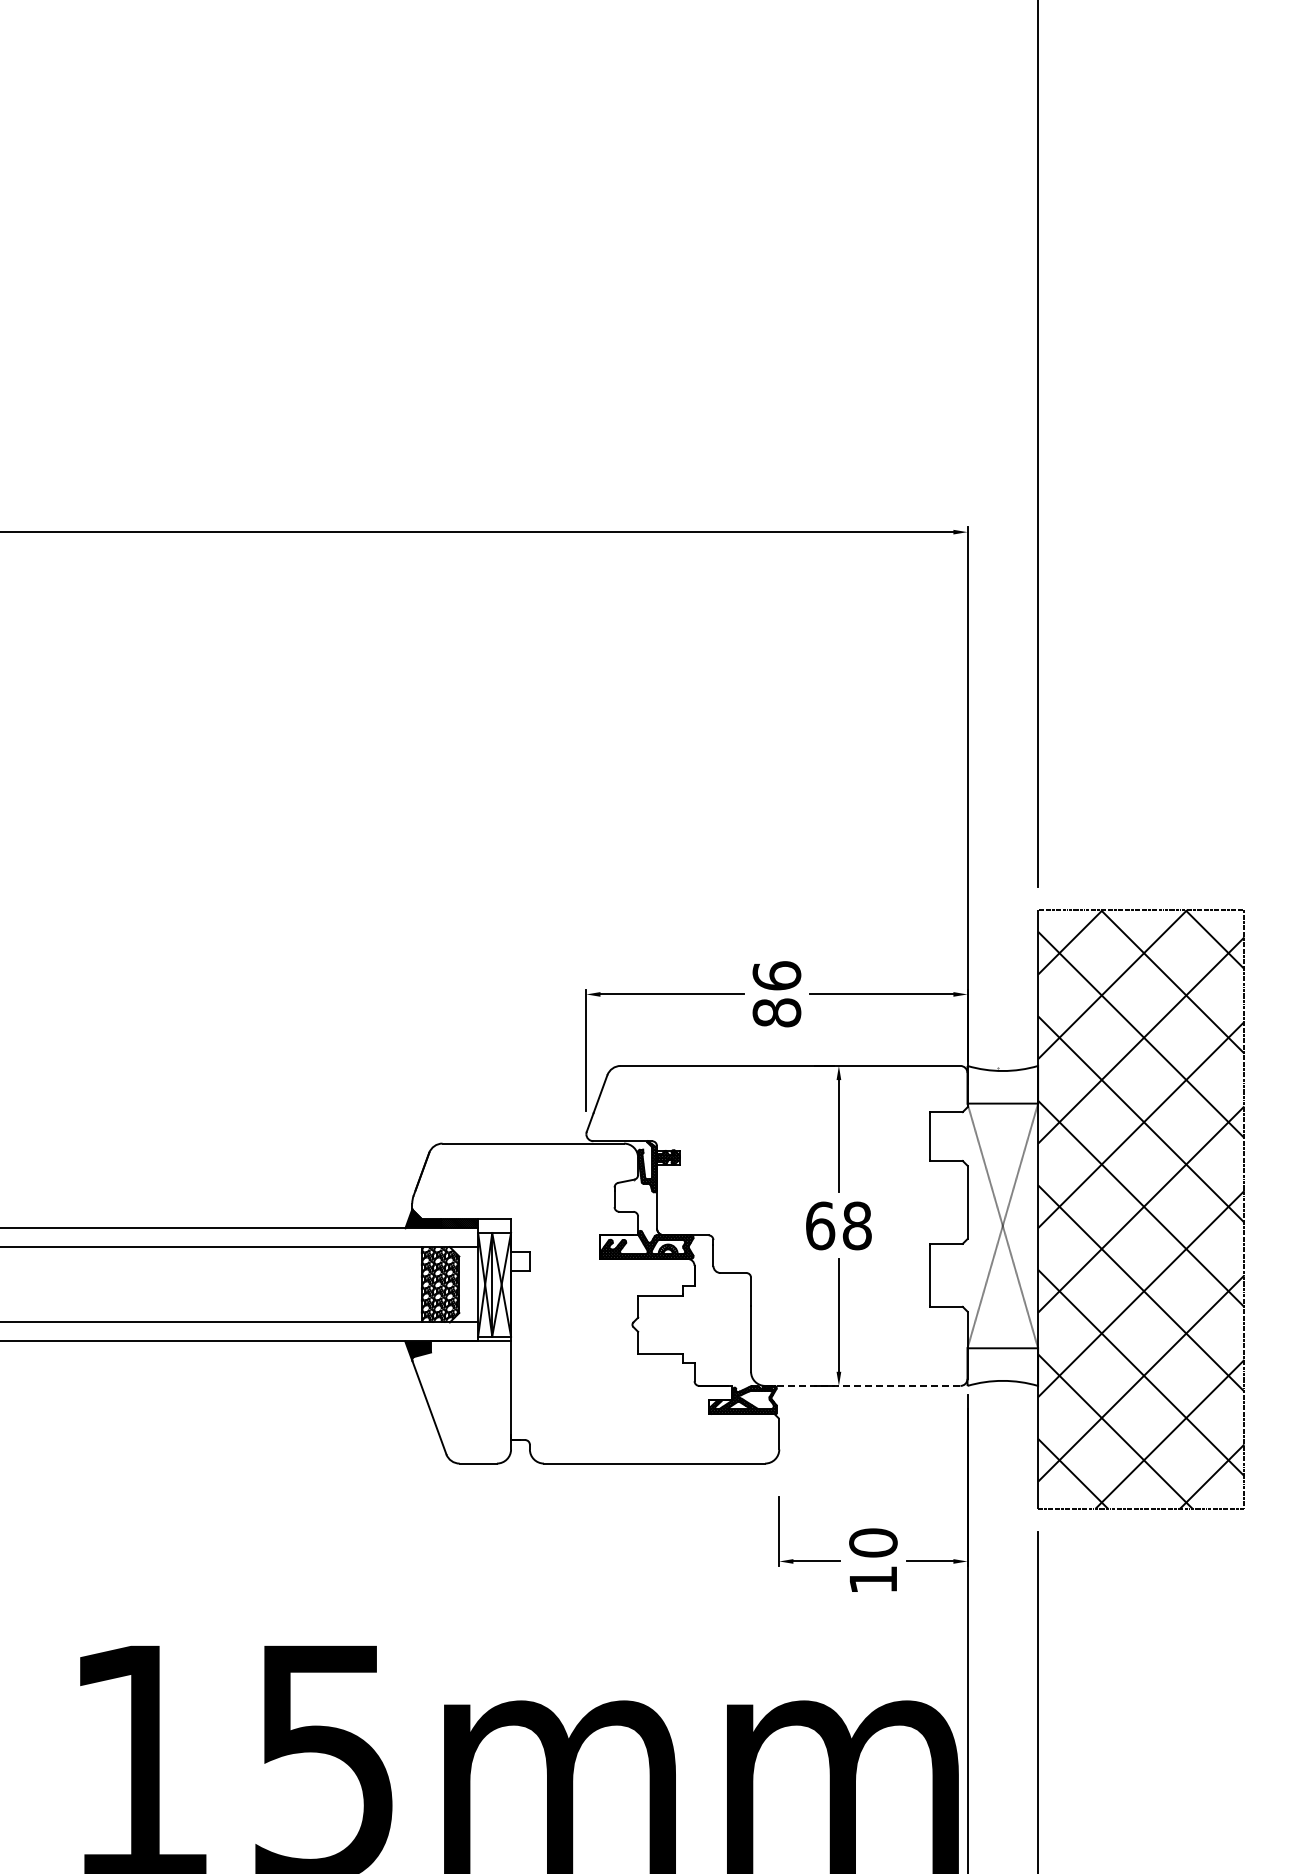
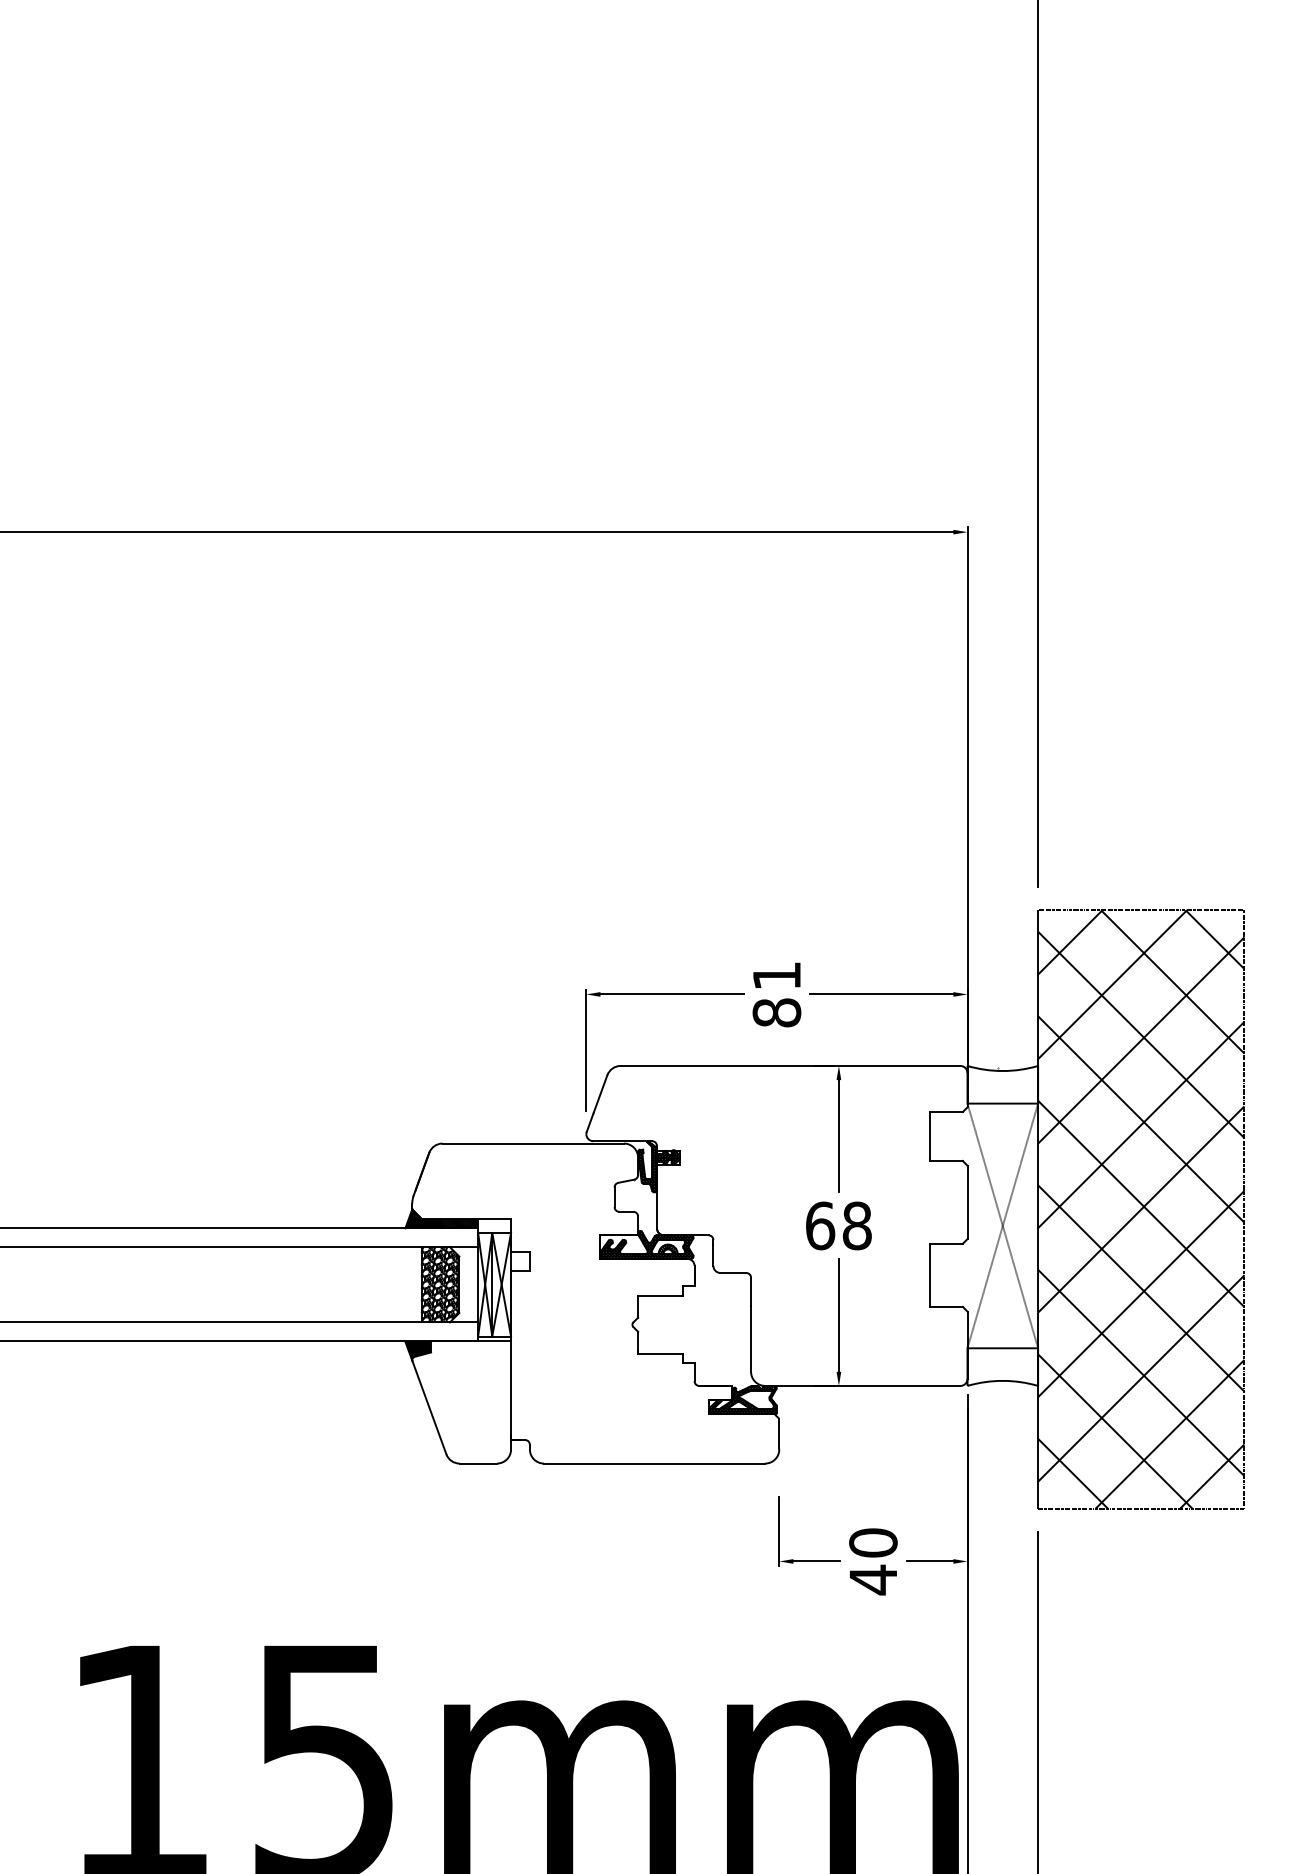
text at (776, 975): 86 -> 81
line at (862, 1385): dashed -> solid
text at (872, 1579): 10 -> 40
